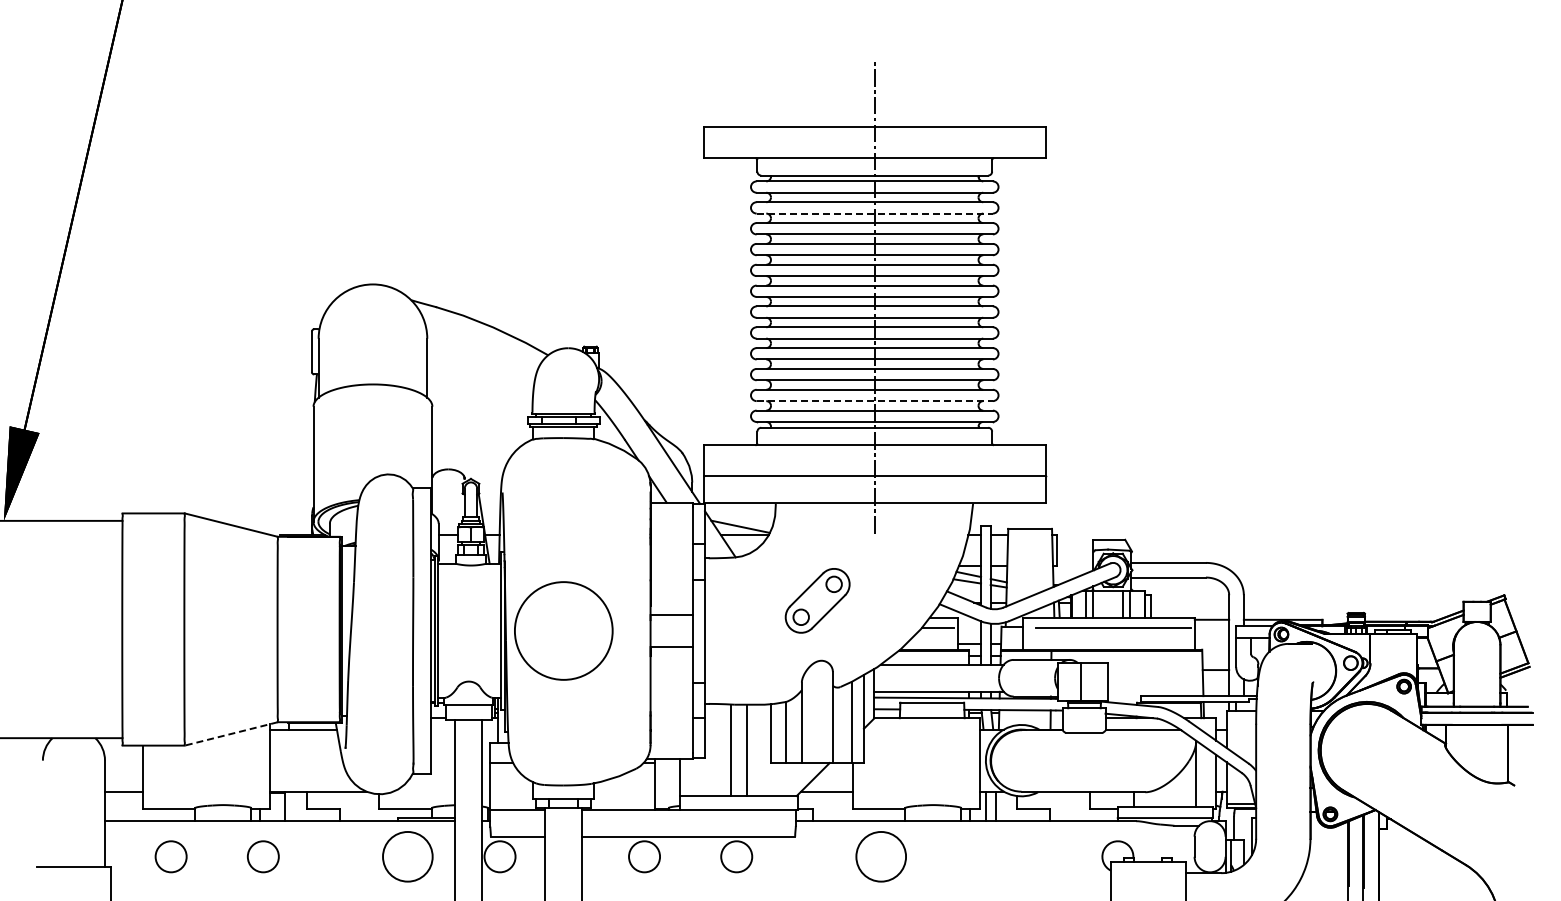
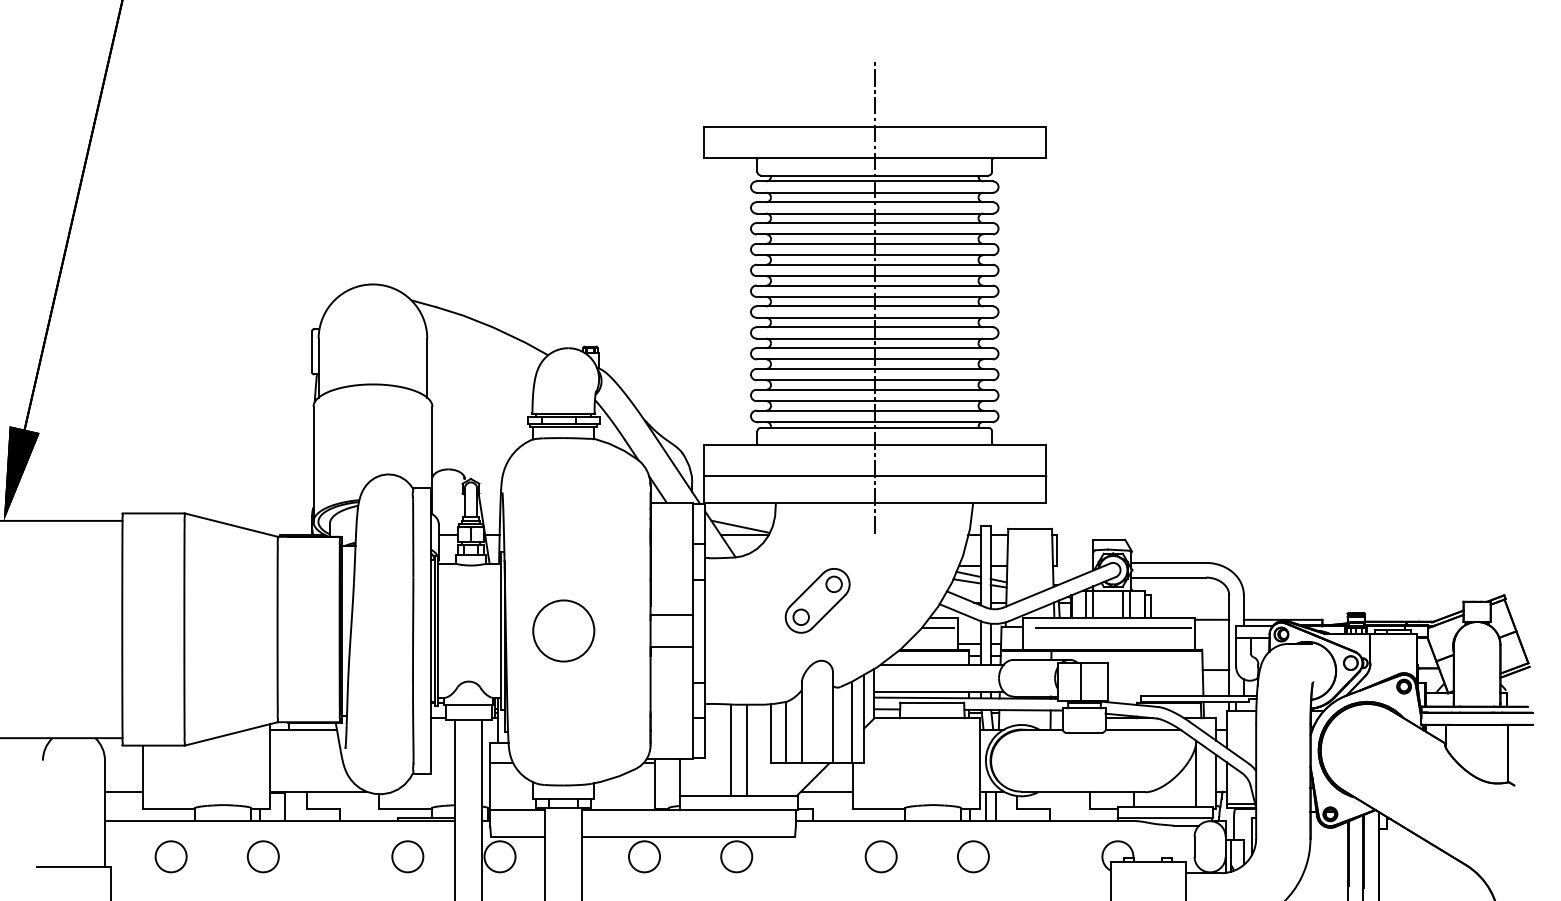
line at (875, 213): dashed -> solid
line at (875, 401): dashed -> solid
circle at (563, 630) diameter: 98 px -> 61 px
line at (230, 734): dashed -> solid
circle at (407, 856) diameter: 50 px -> 31 px
circle at (881, 856) diameter: 50 px -> 31 px
circle at (973, 856): none -> present
